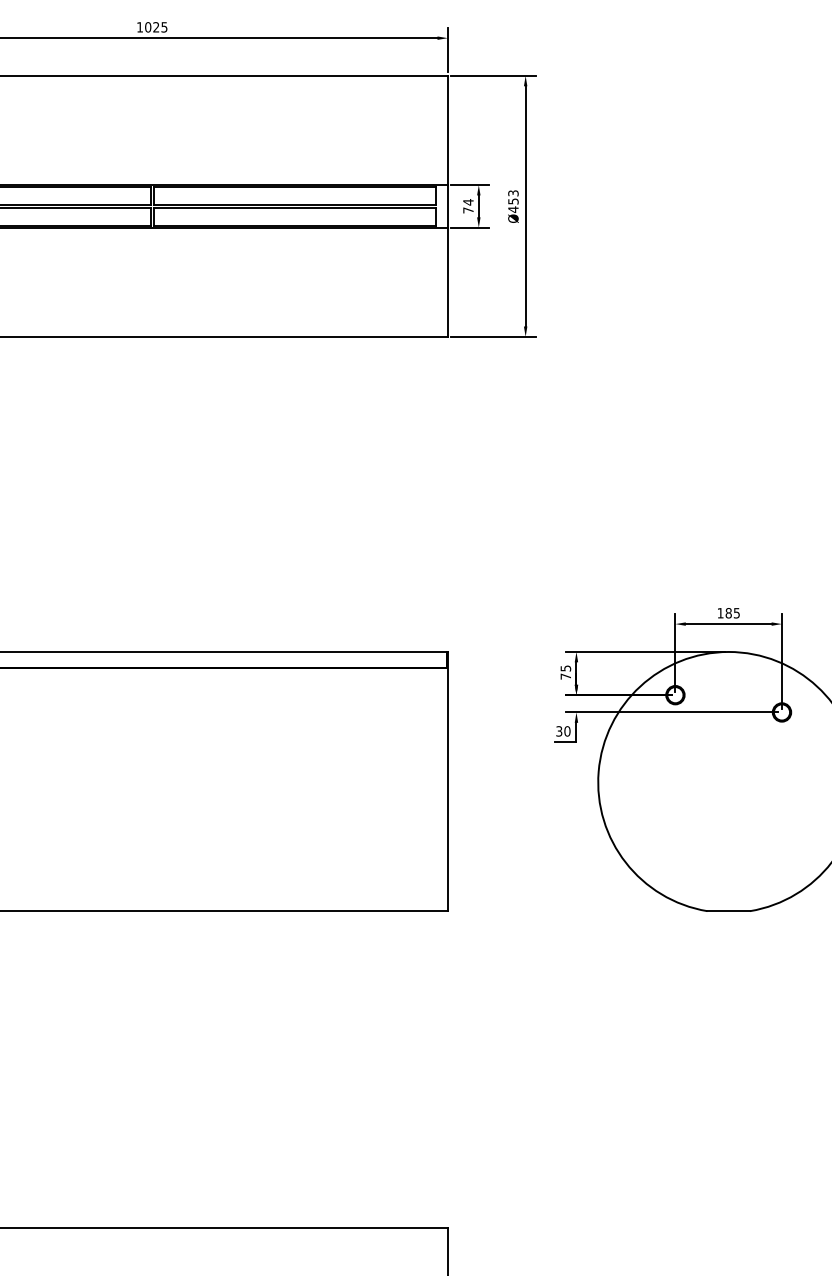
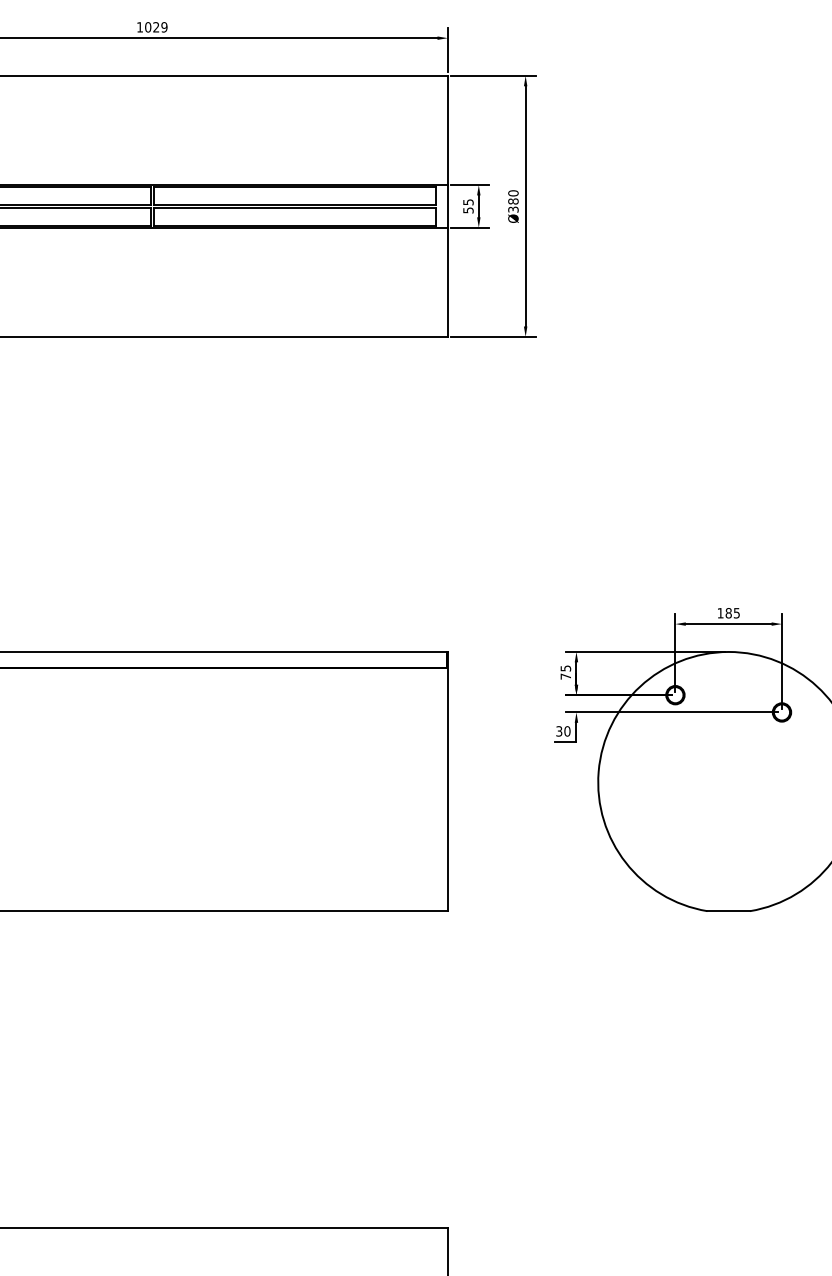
text at (164, 27): 1025 -> 1029
text at (513, 201): Ø453 -> Ø380
text at (468, 206): 74 -> 55
